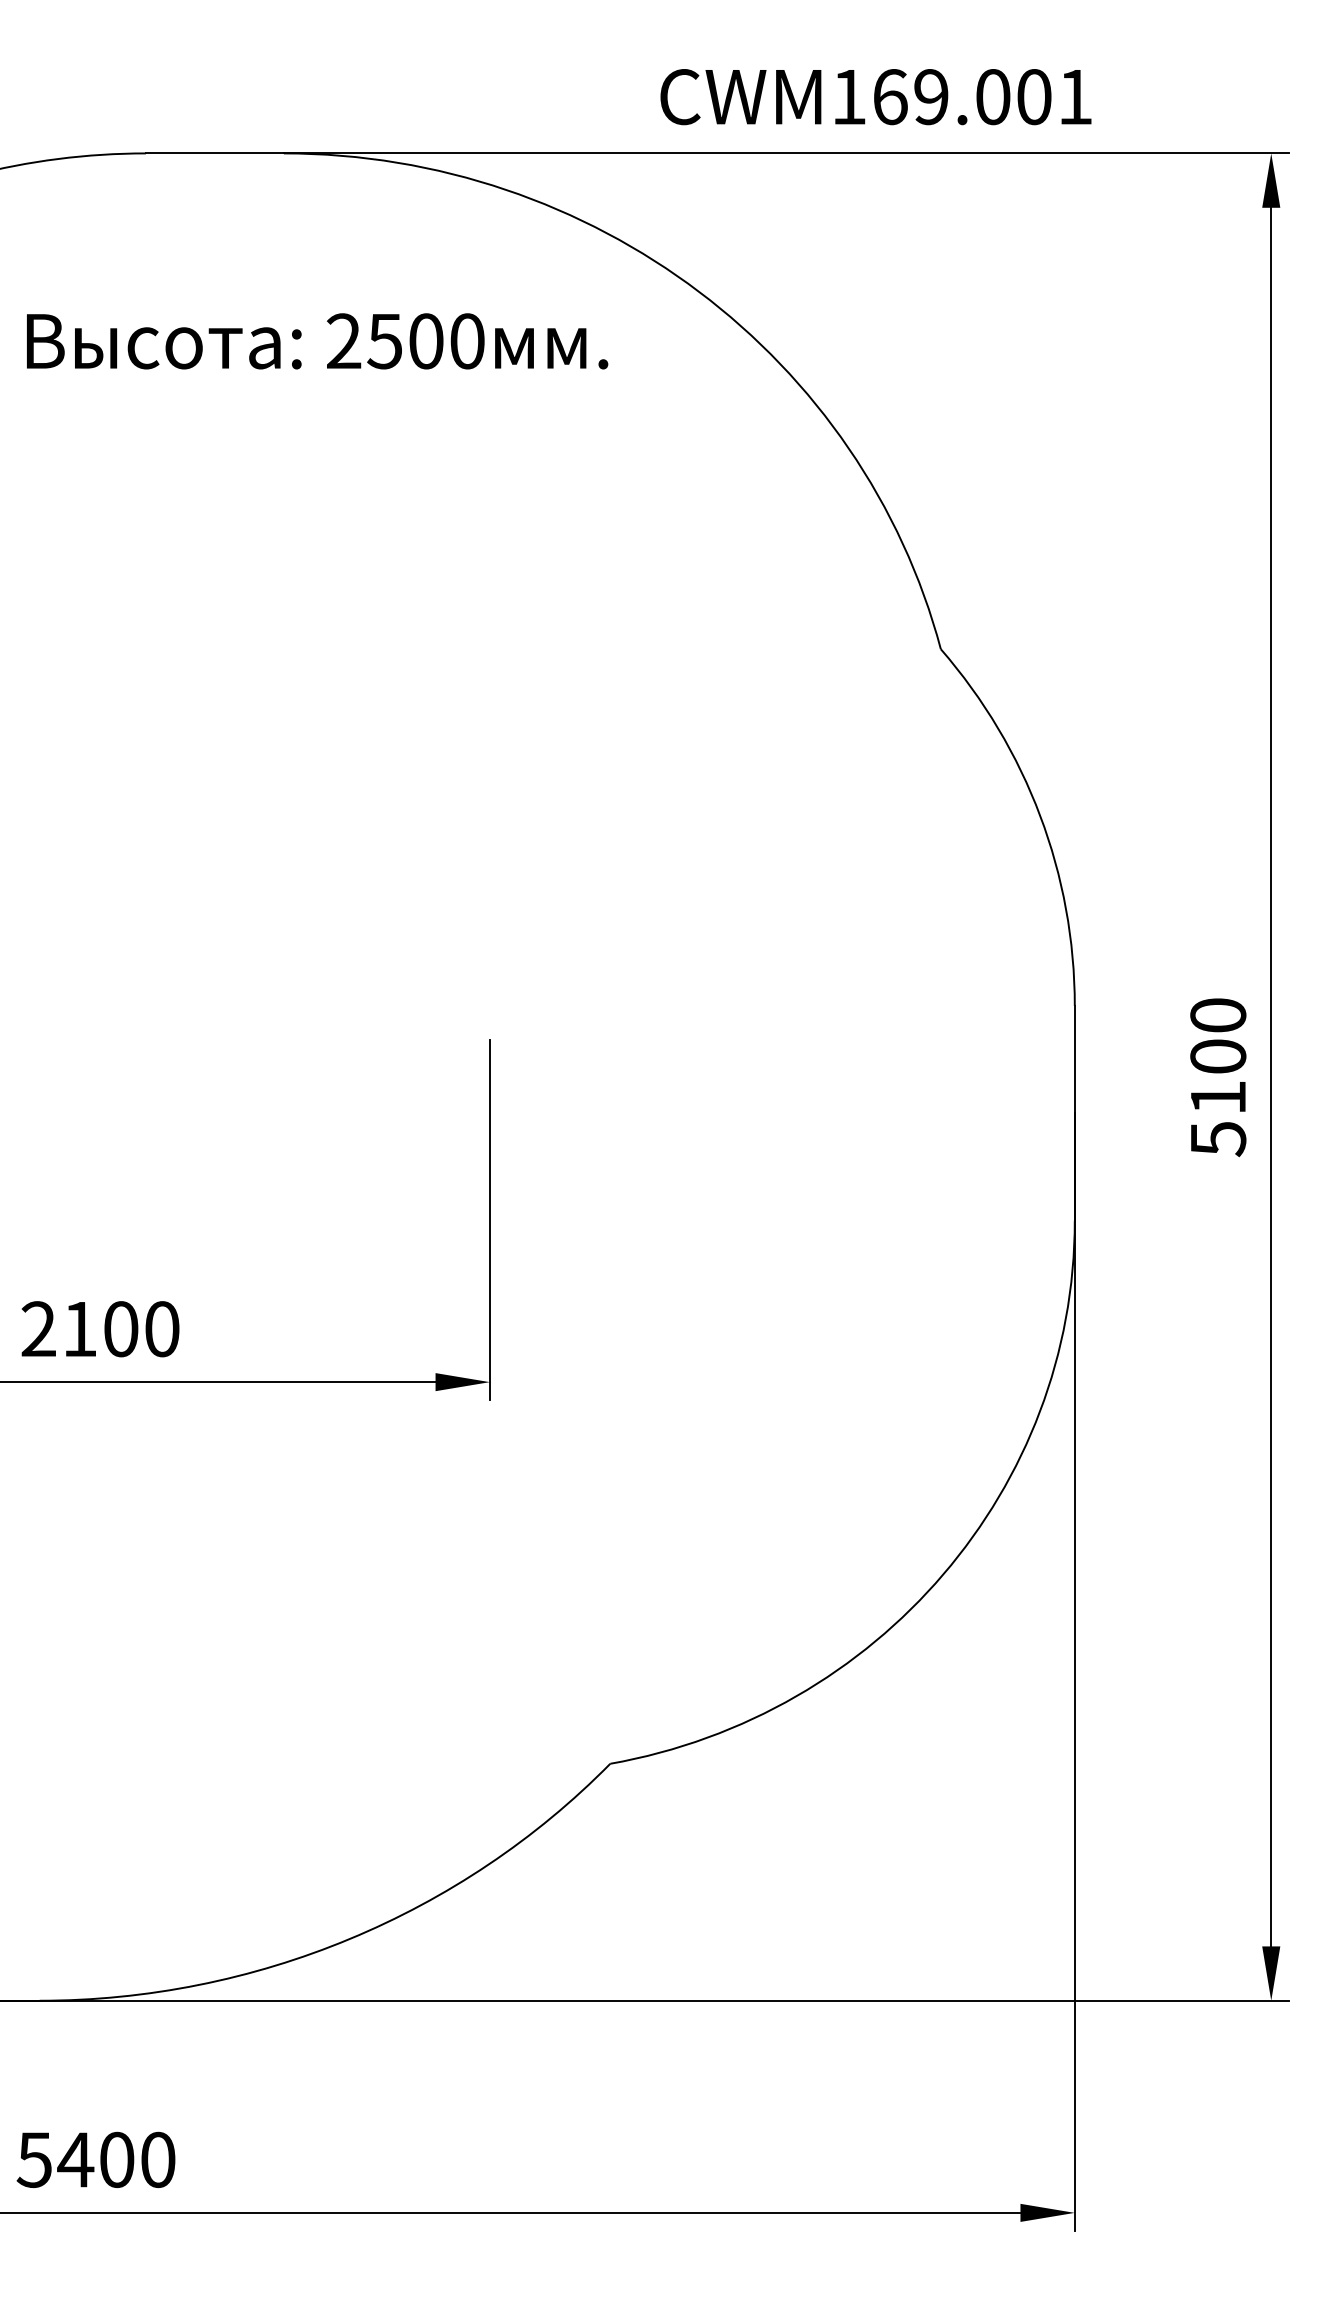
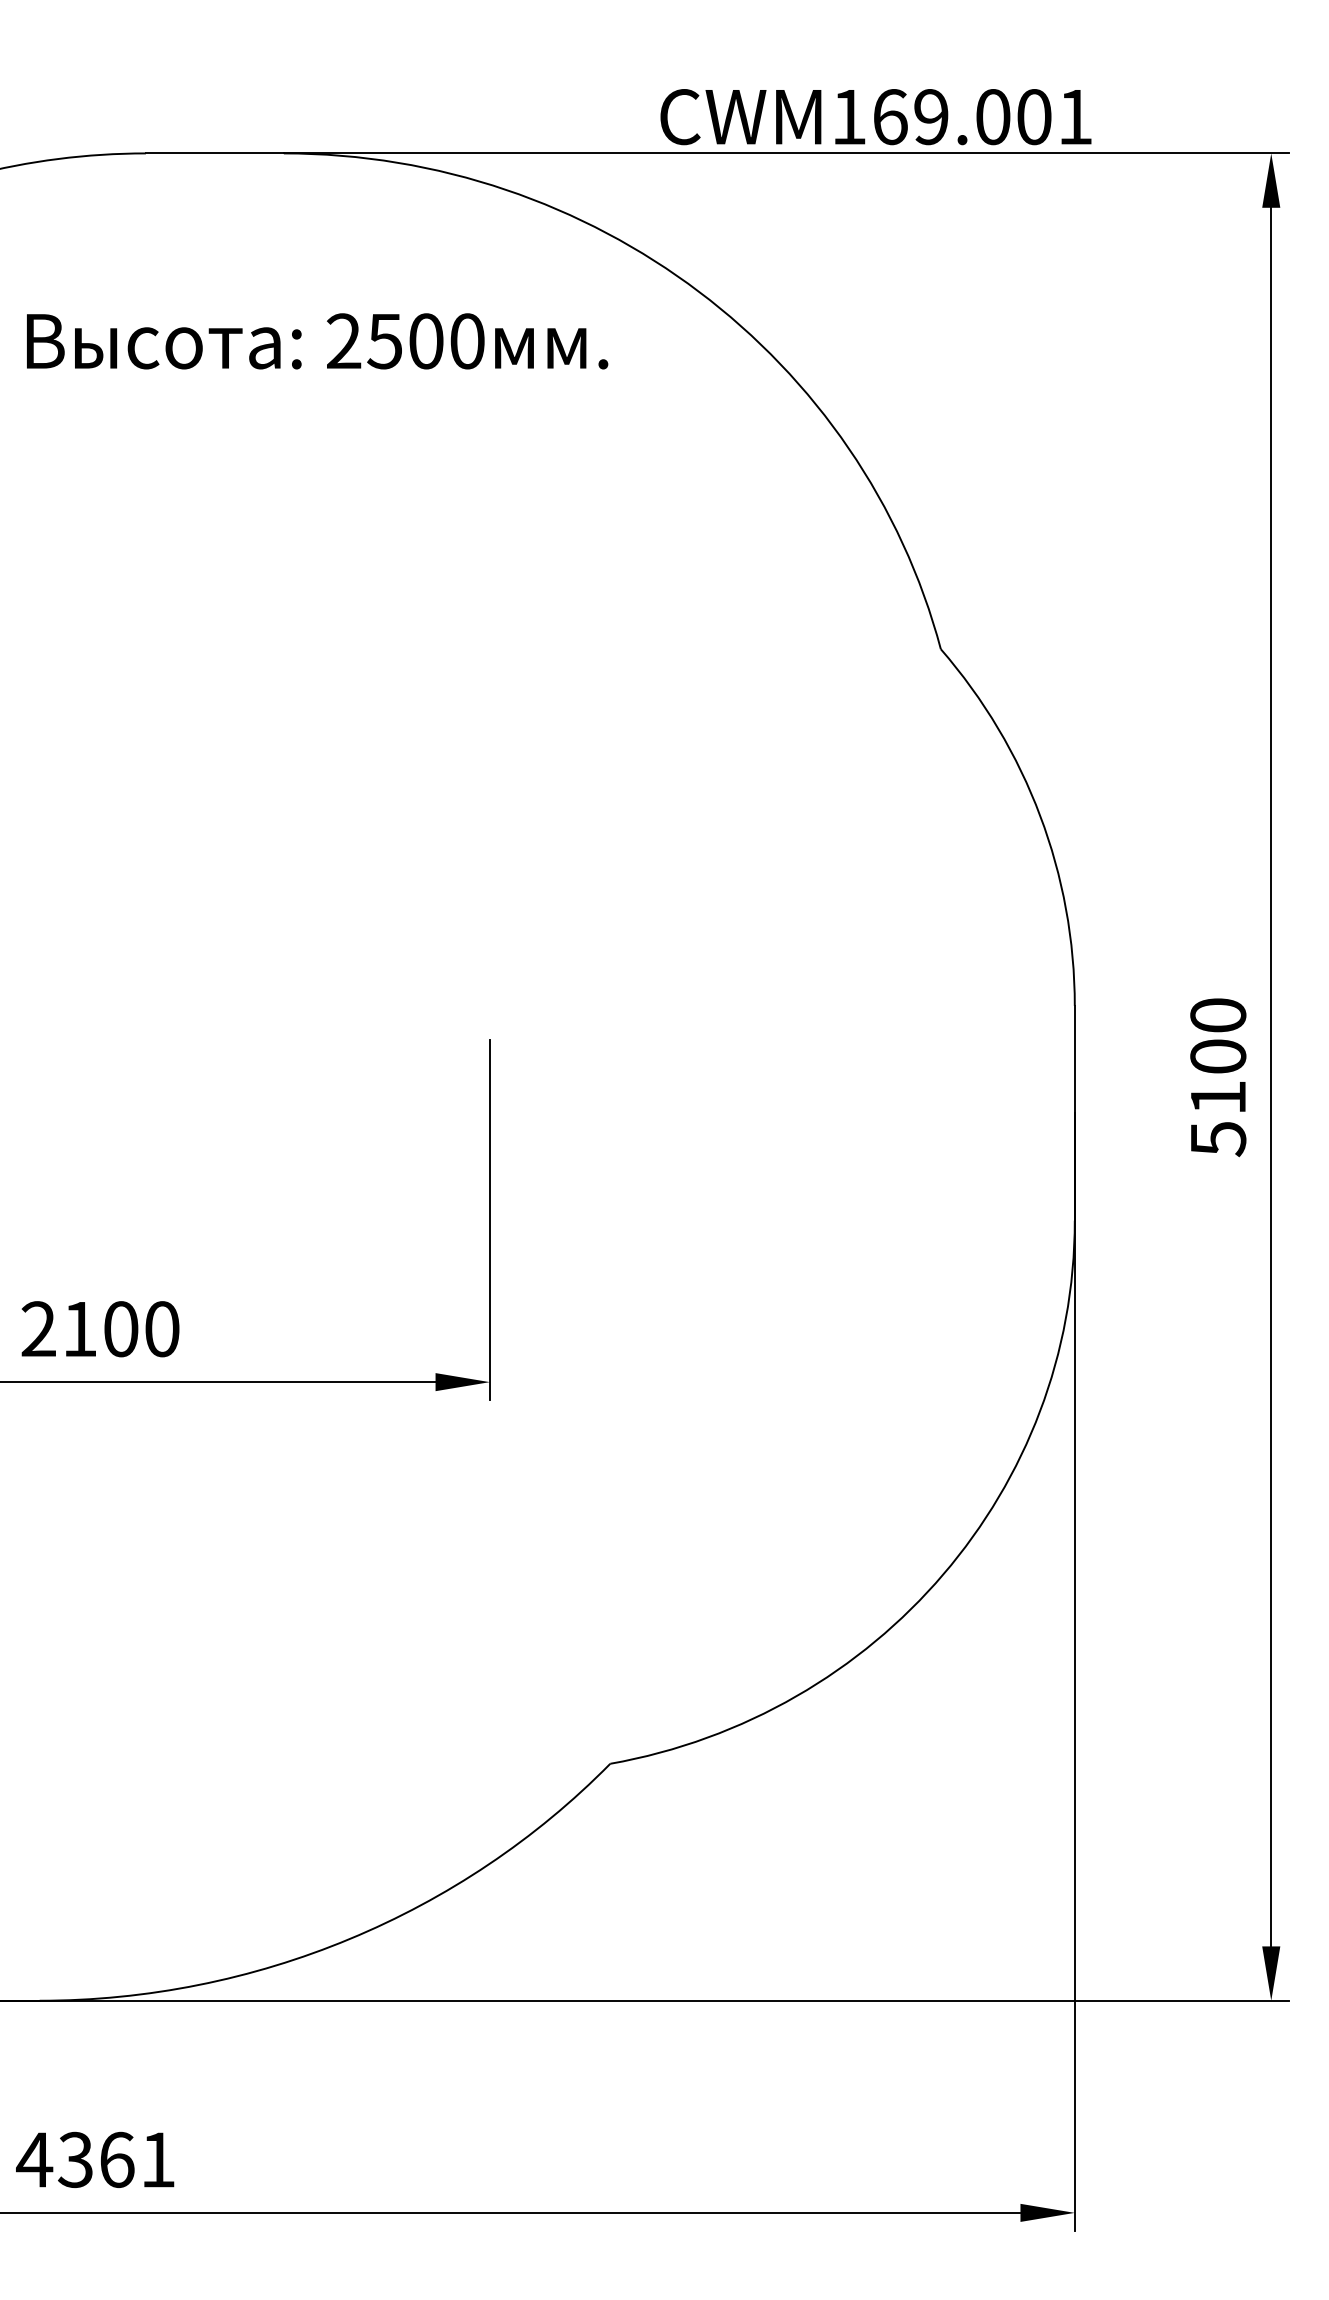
text at (875, 97) position: (875, 97) -> (875, 117)
text at (95, 2159): 5400 -> 4361
